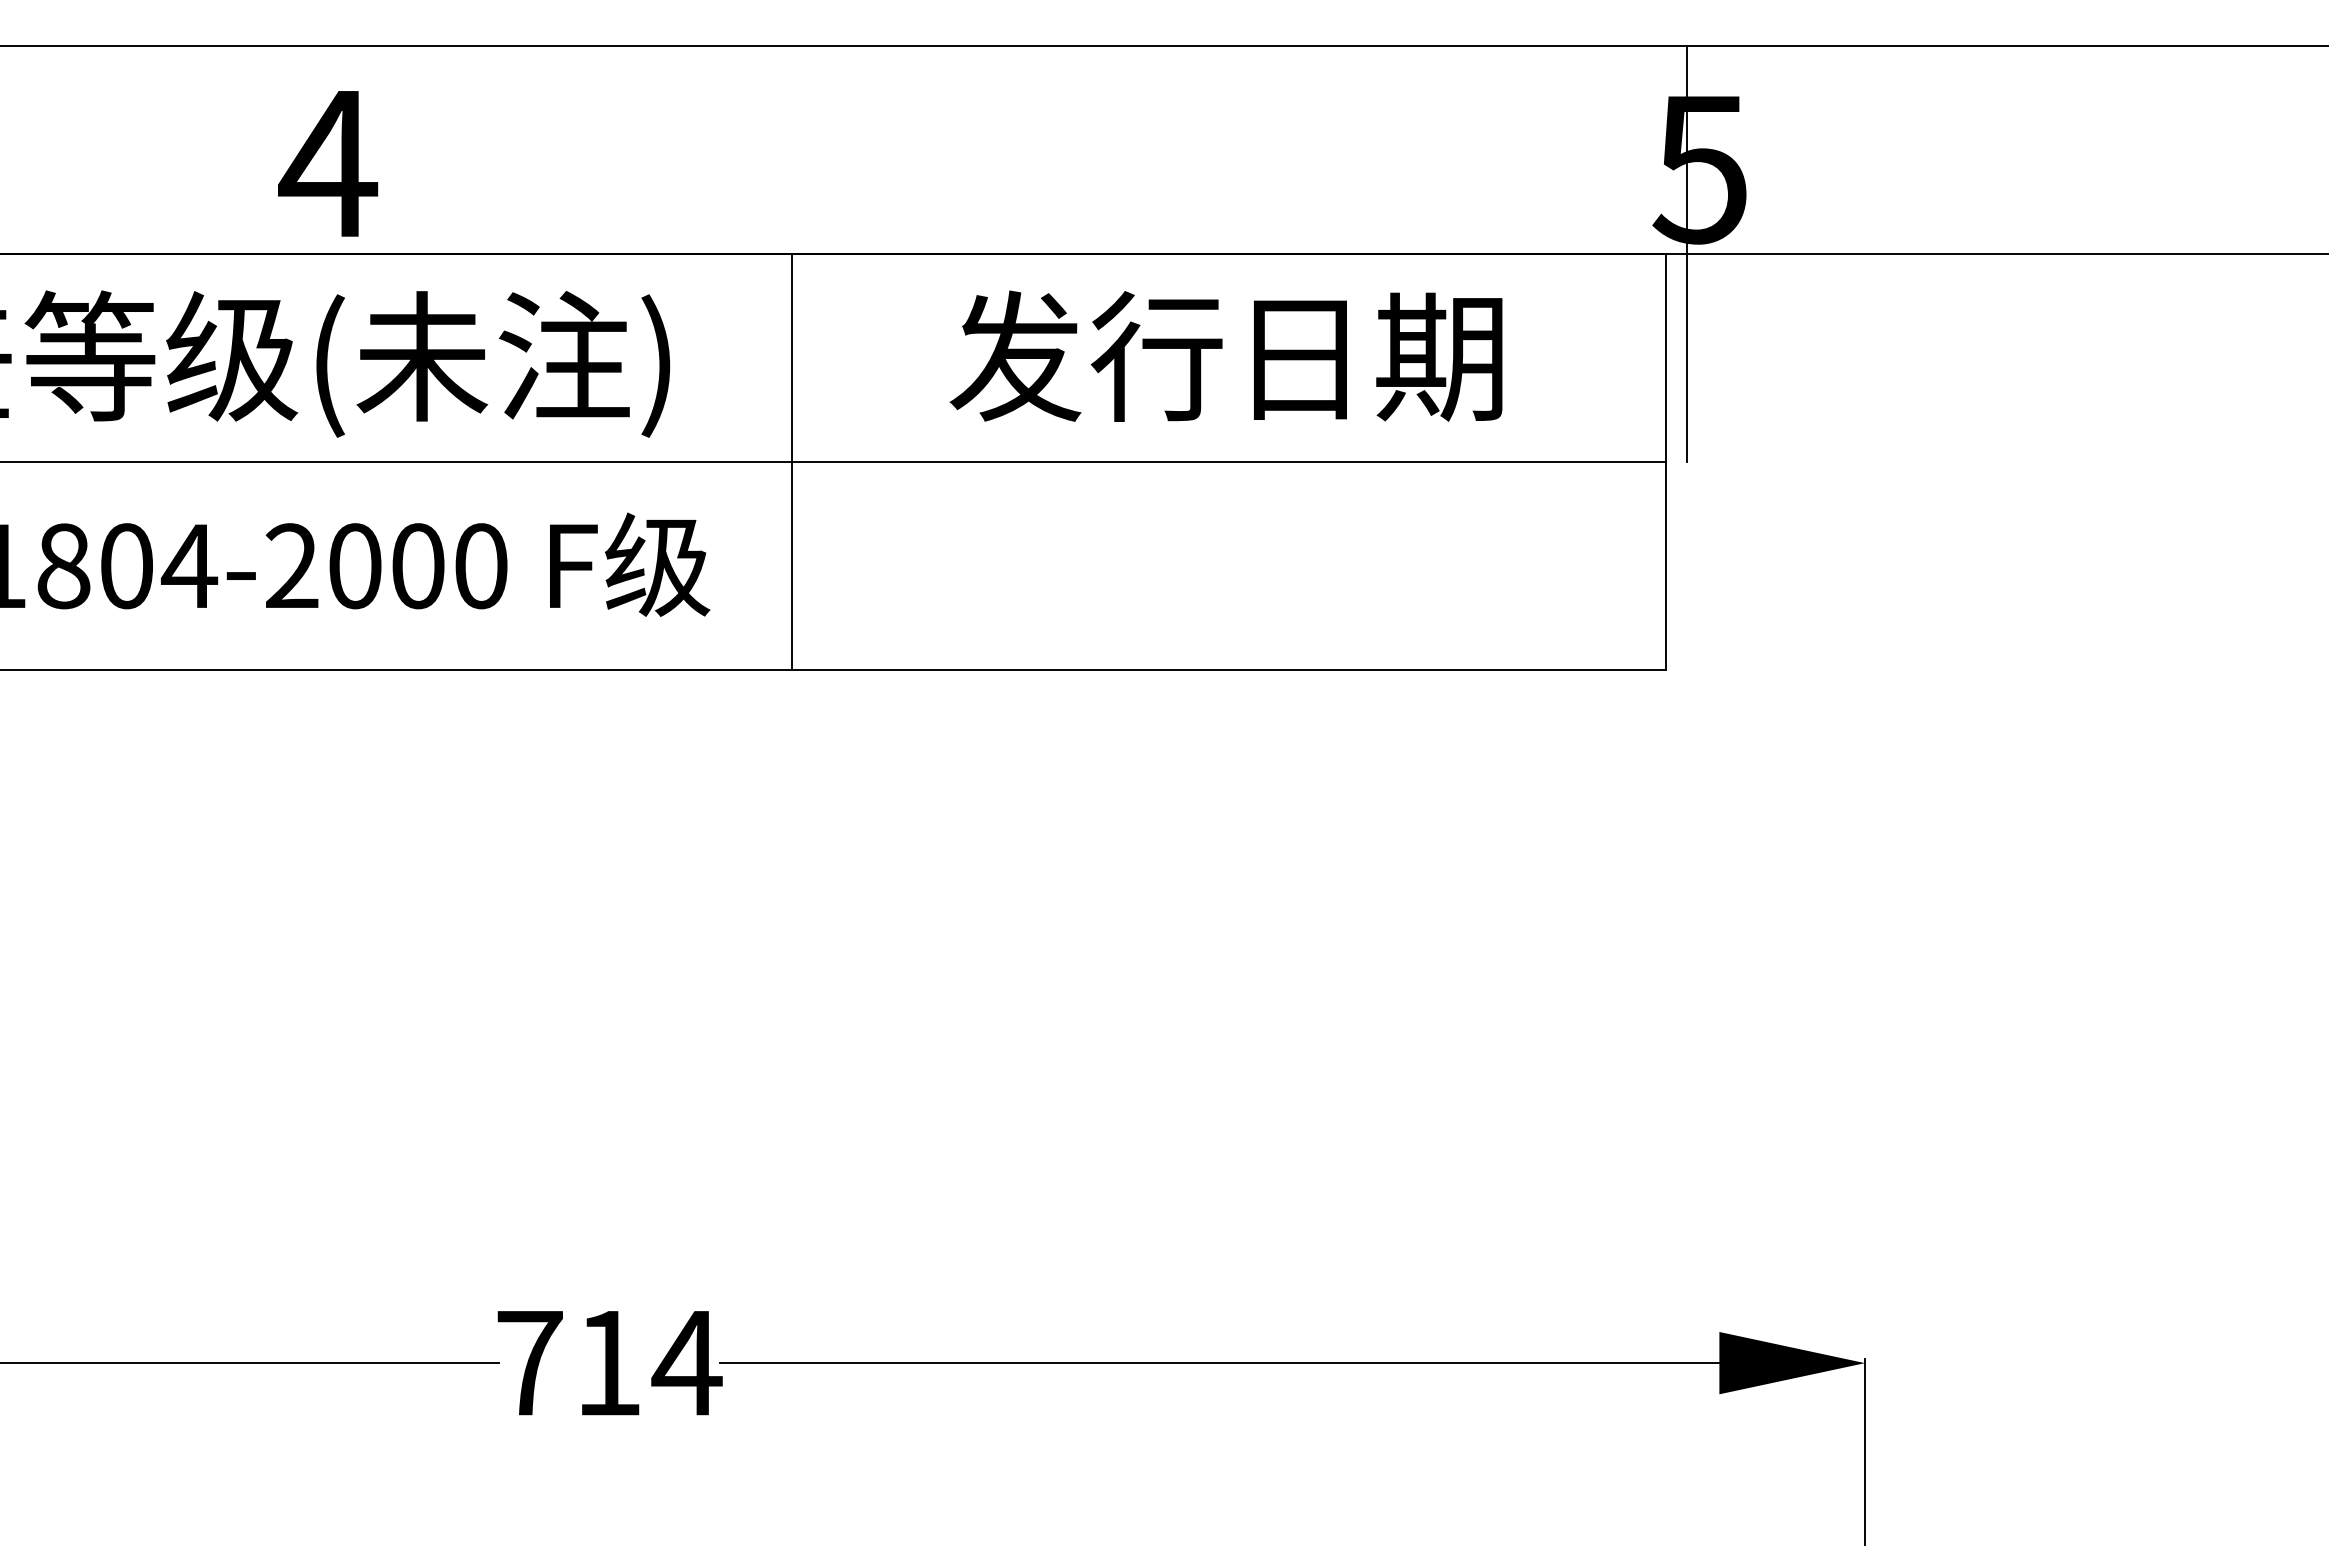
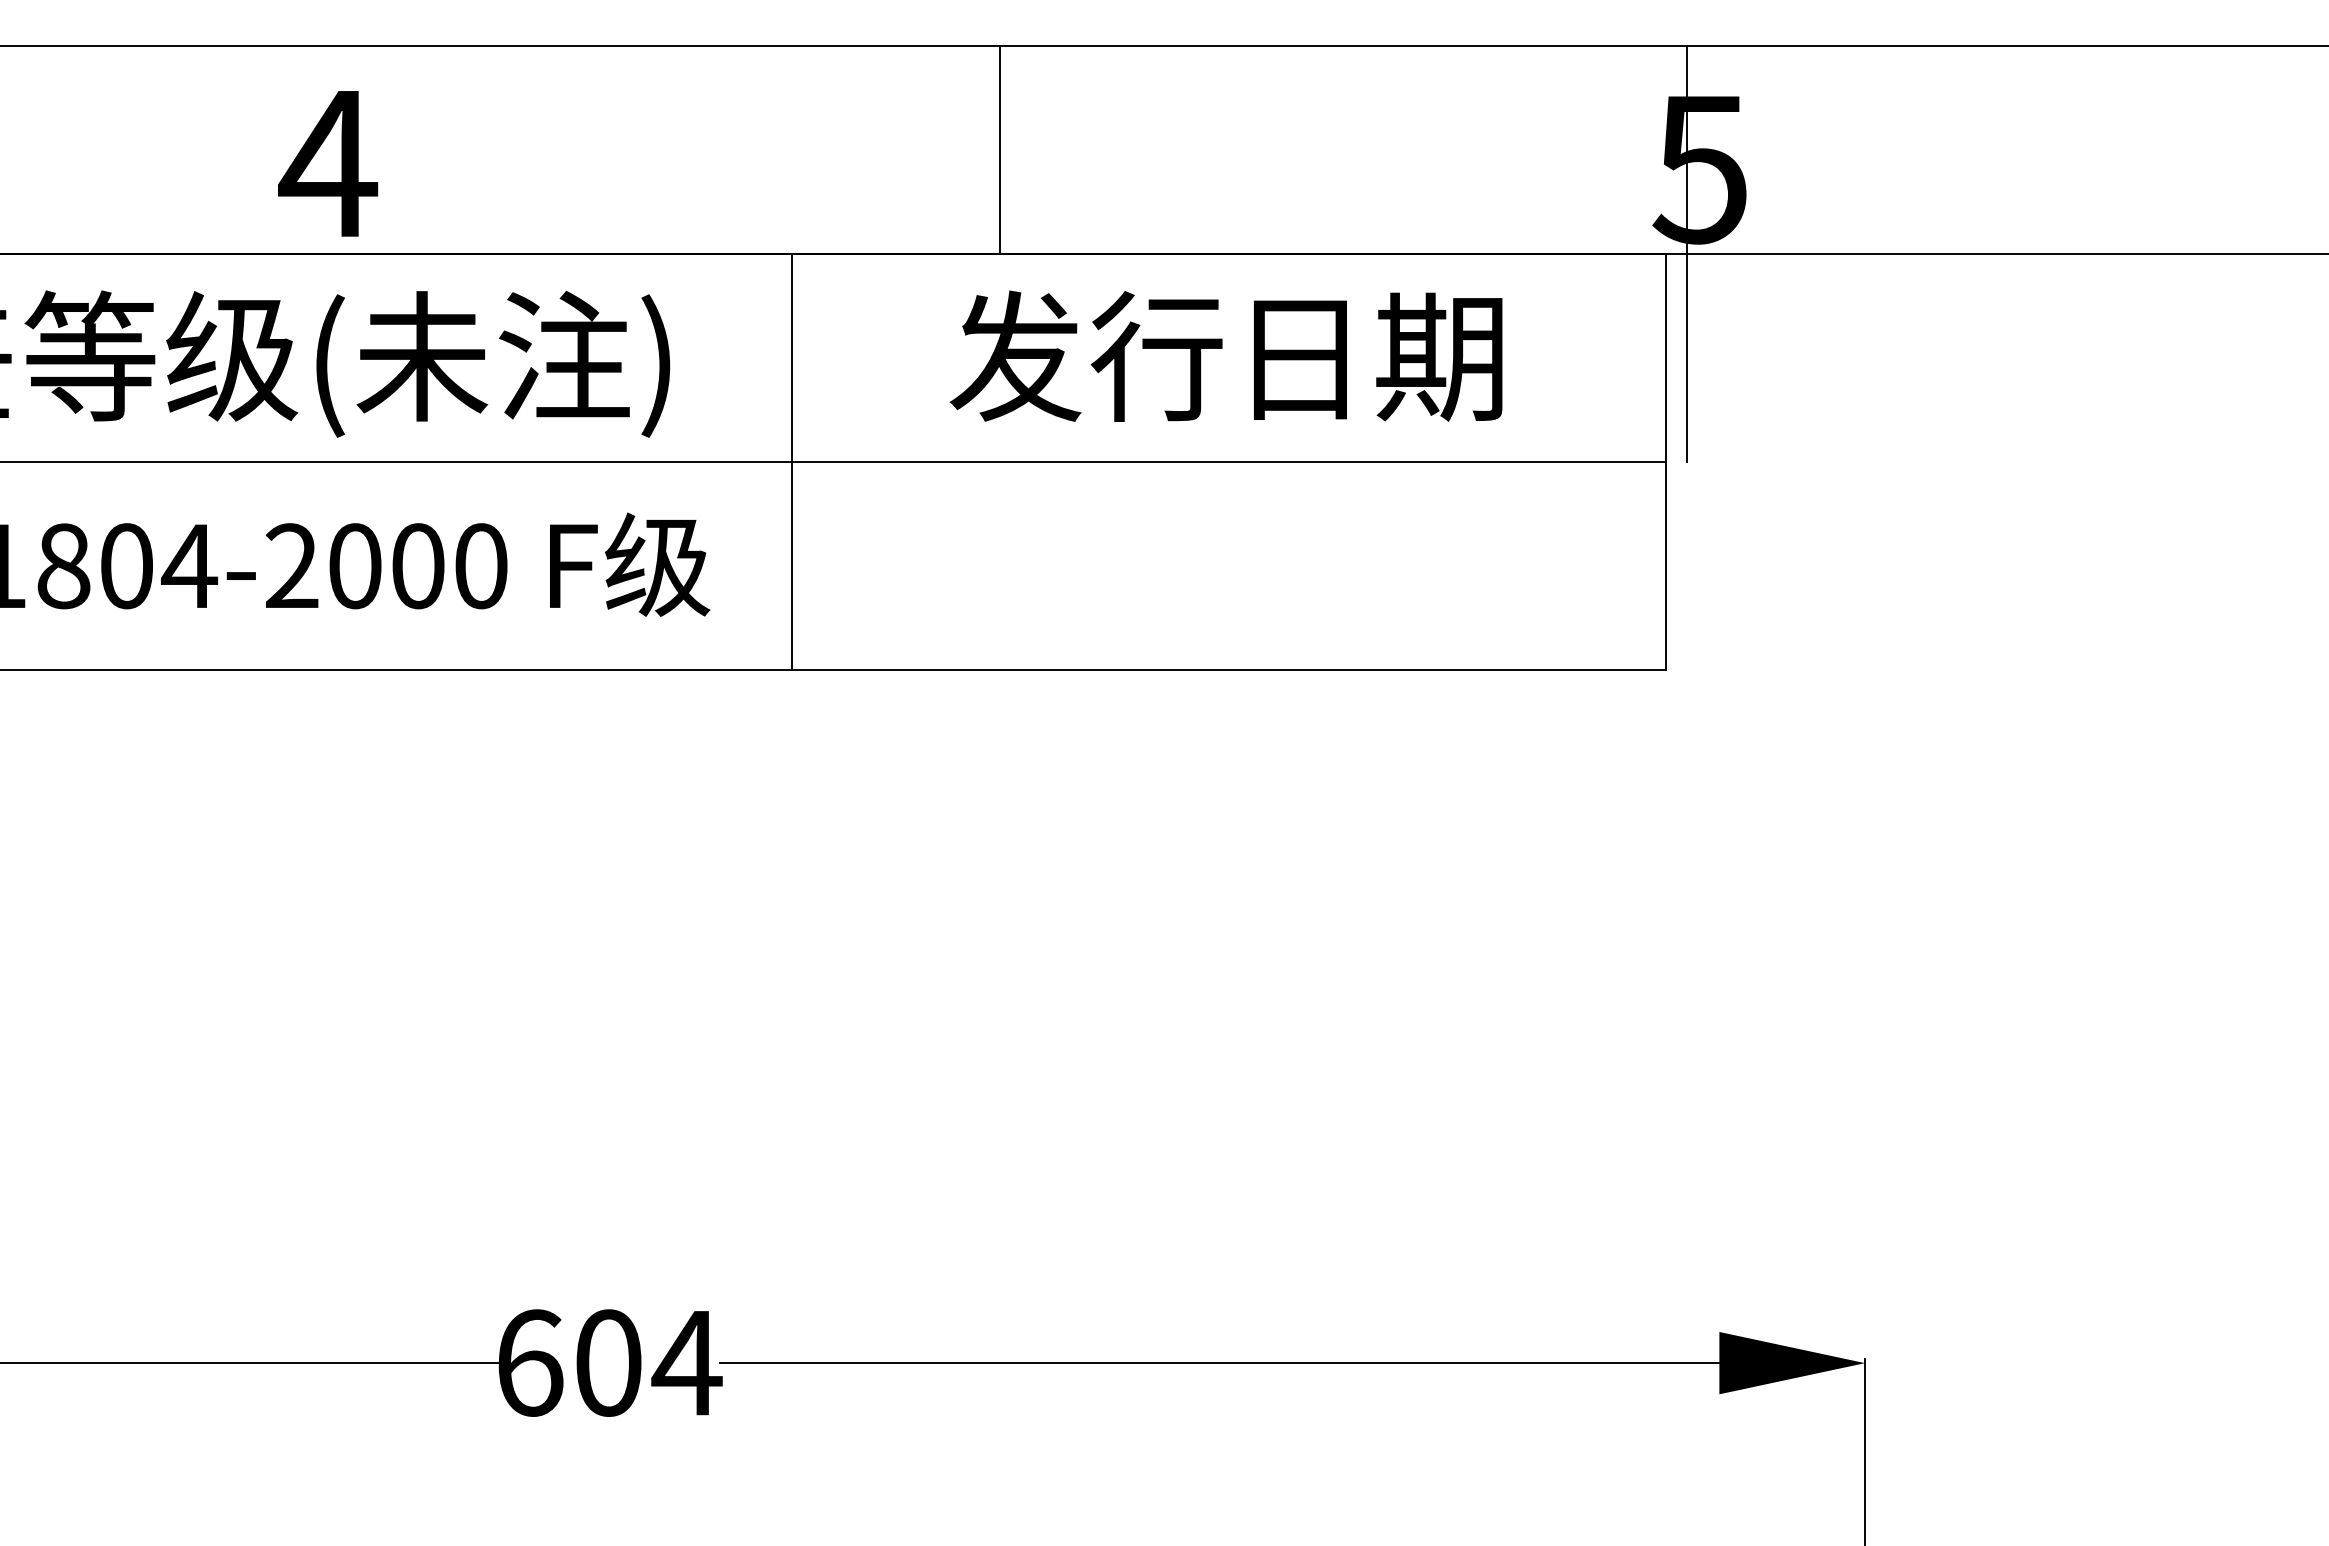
line at (1000, 150): none -> present
text at (569, 1362): 714 -> 604
